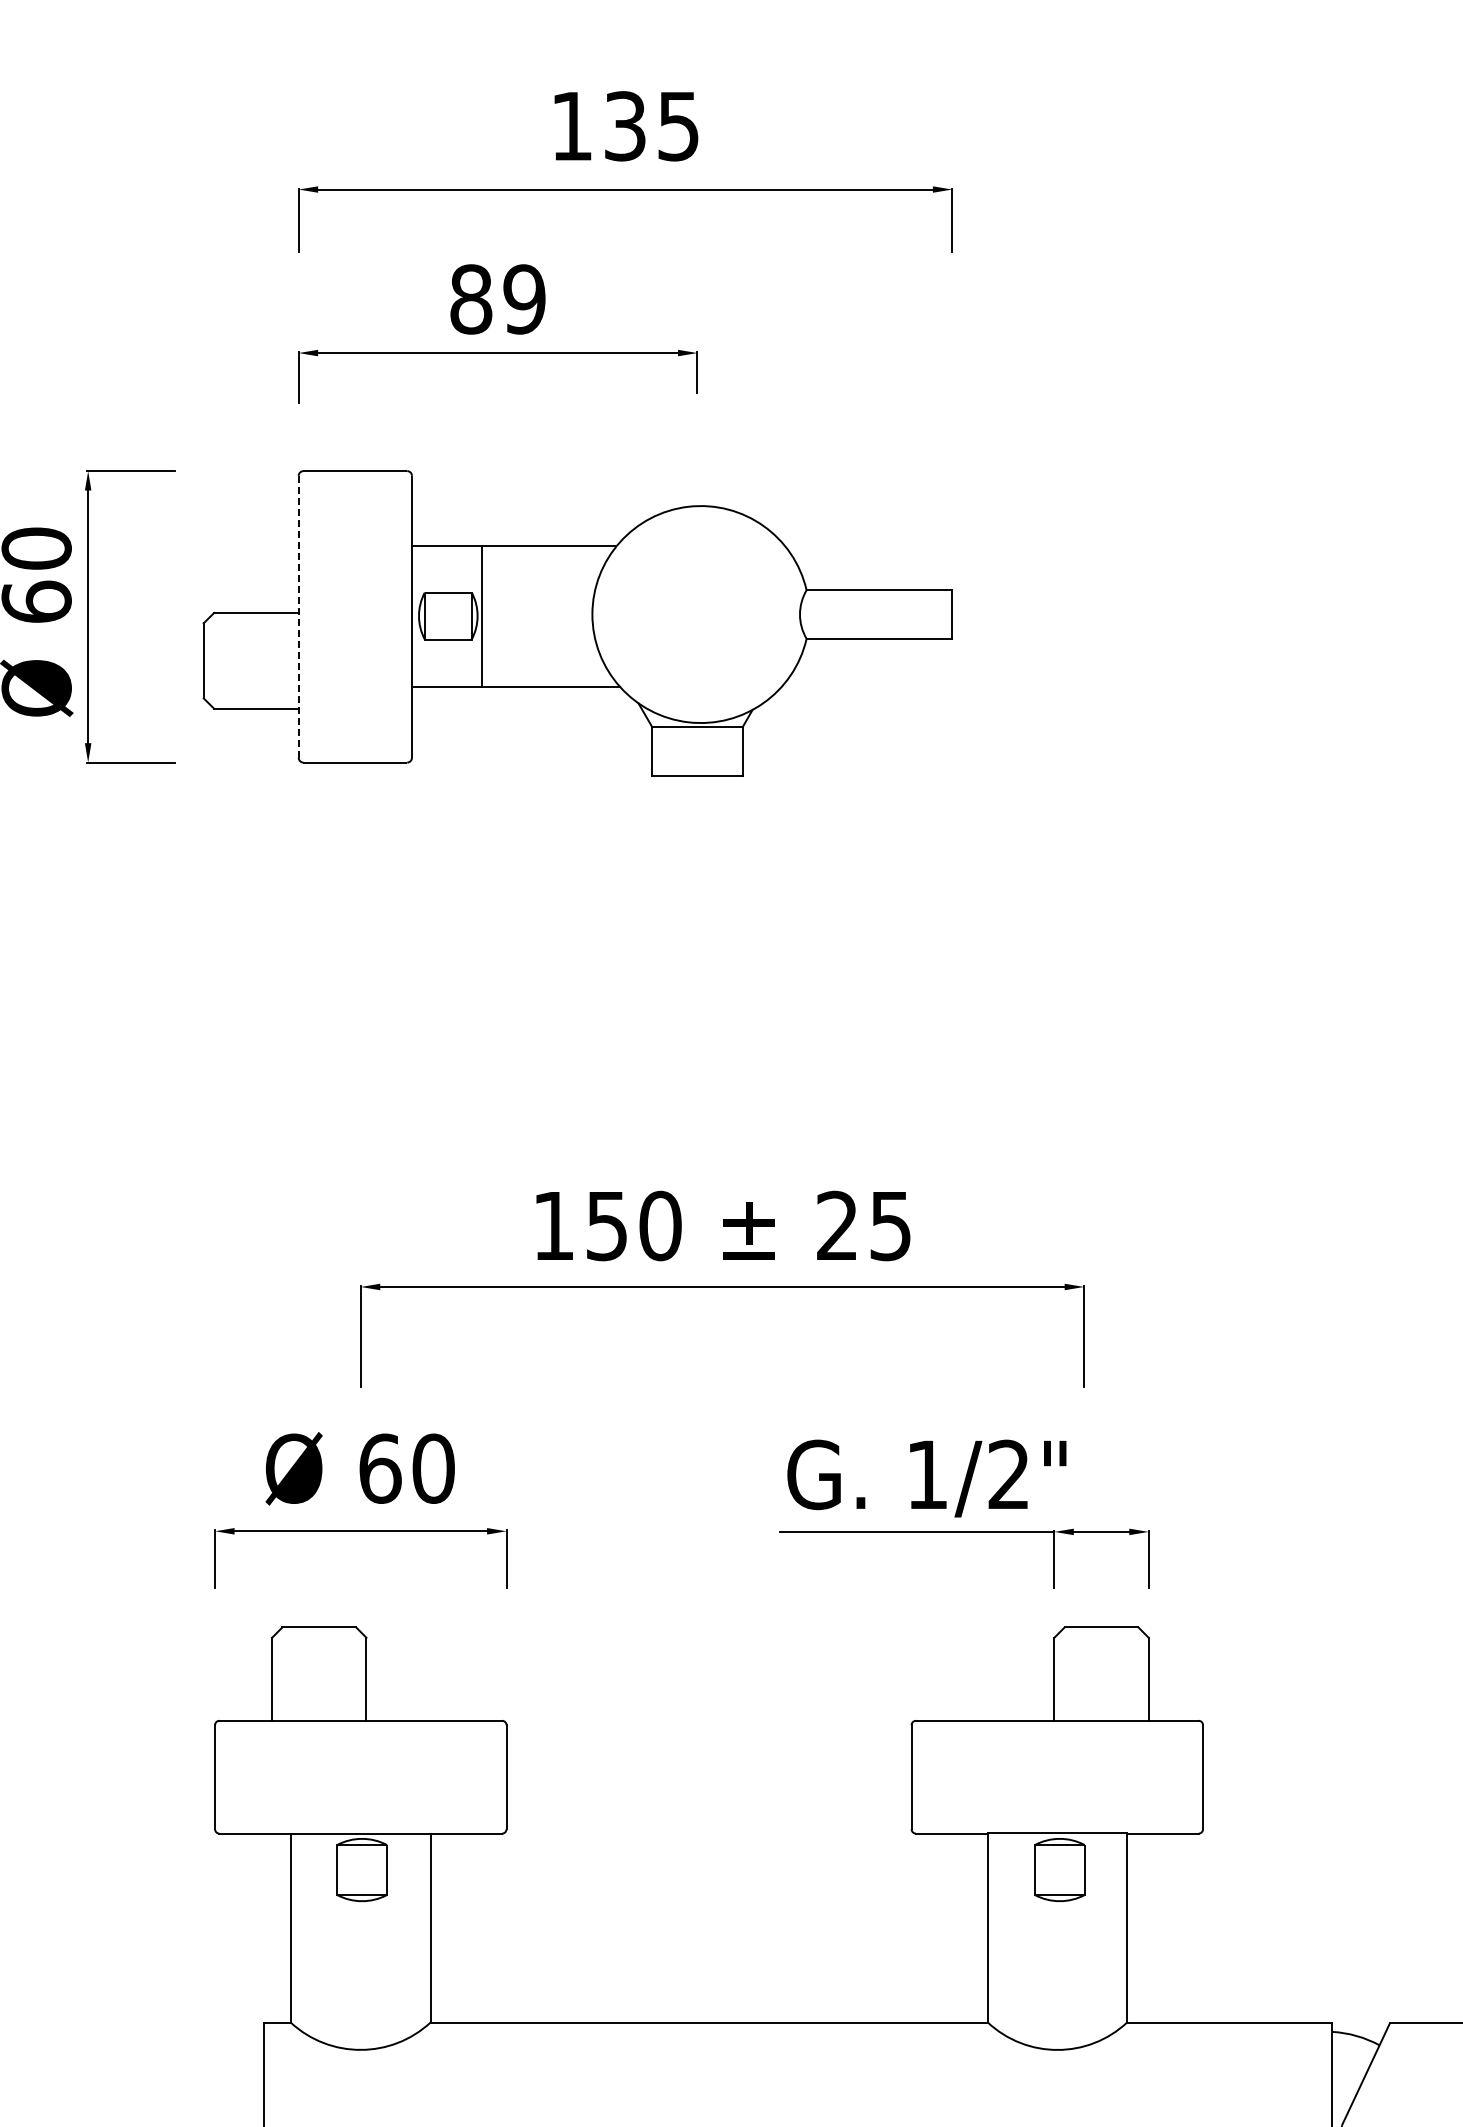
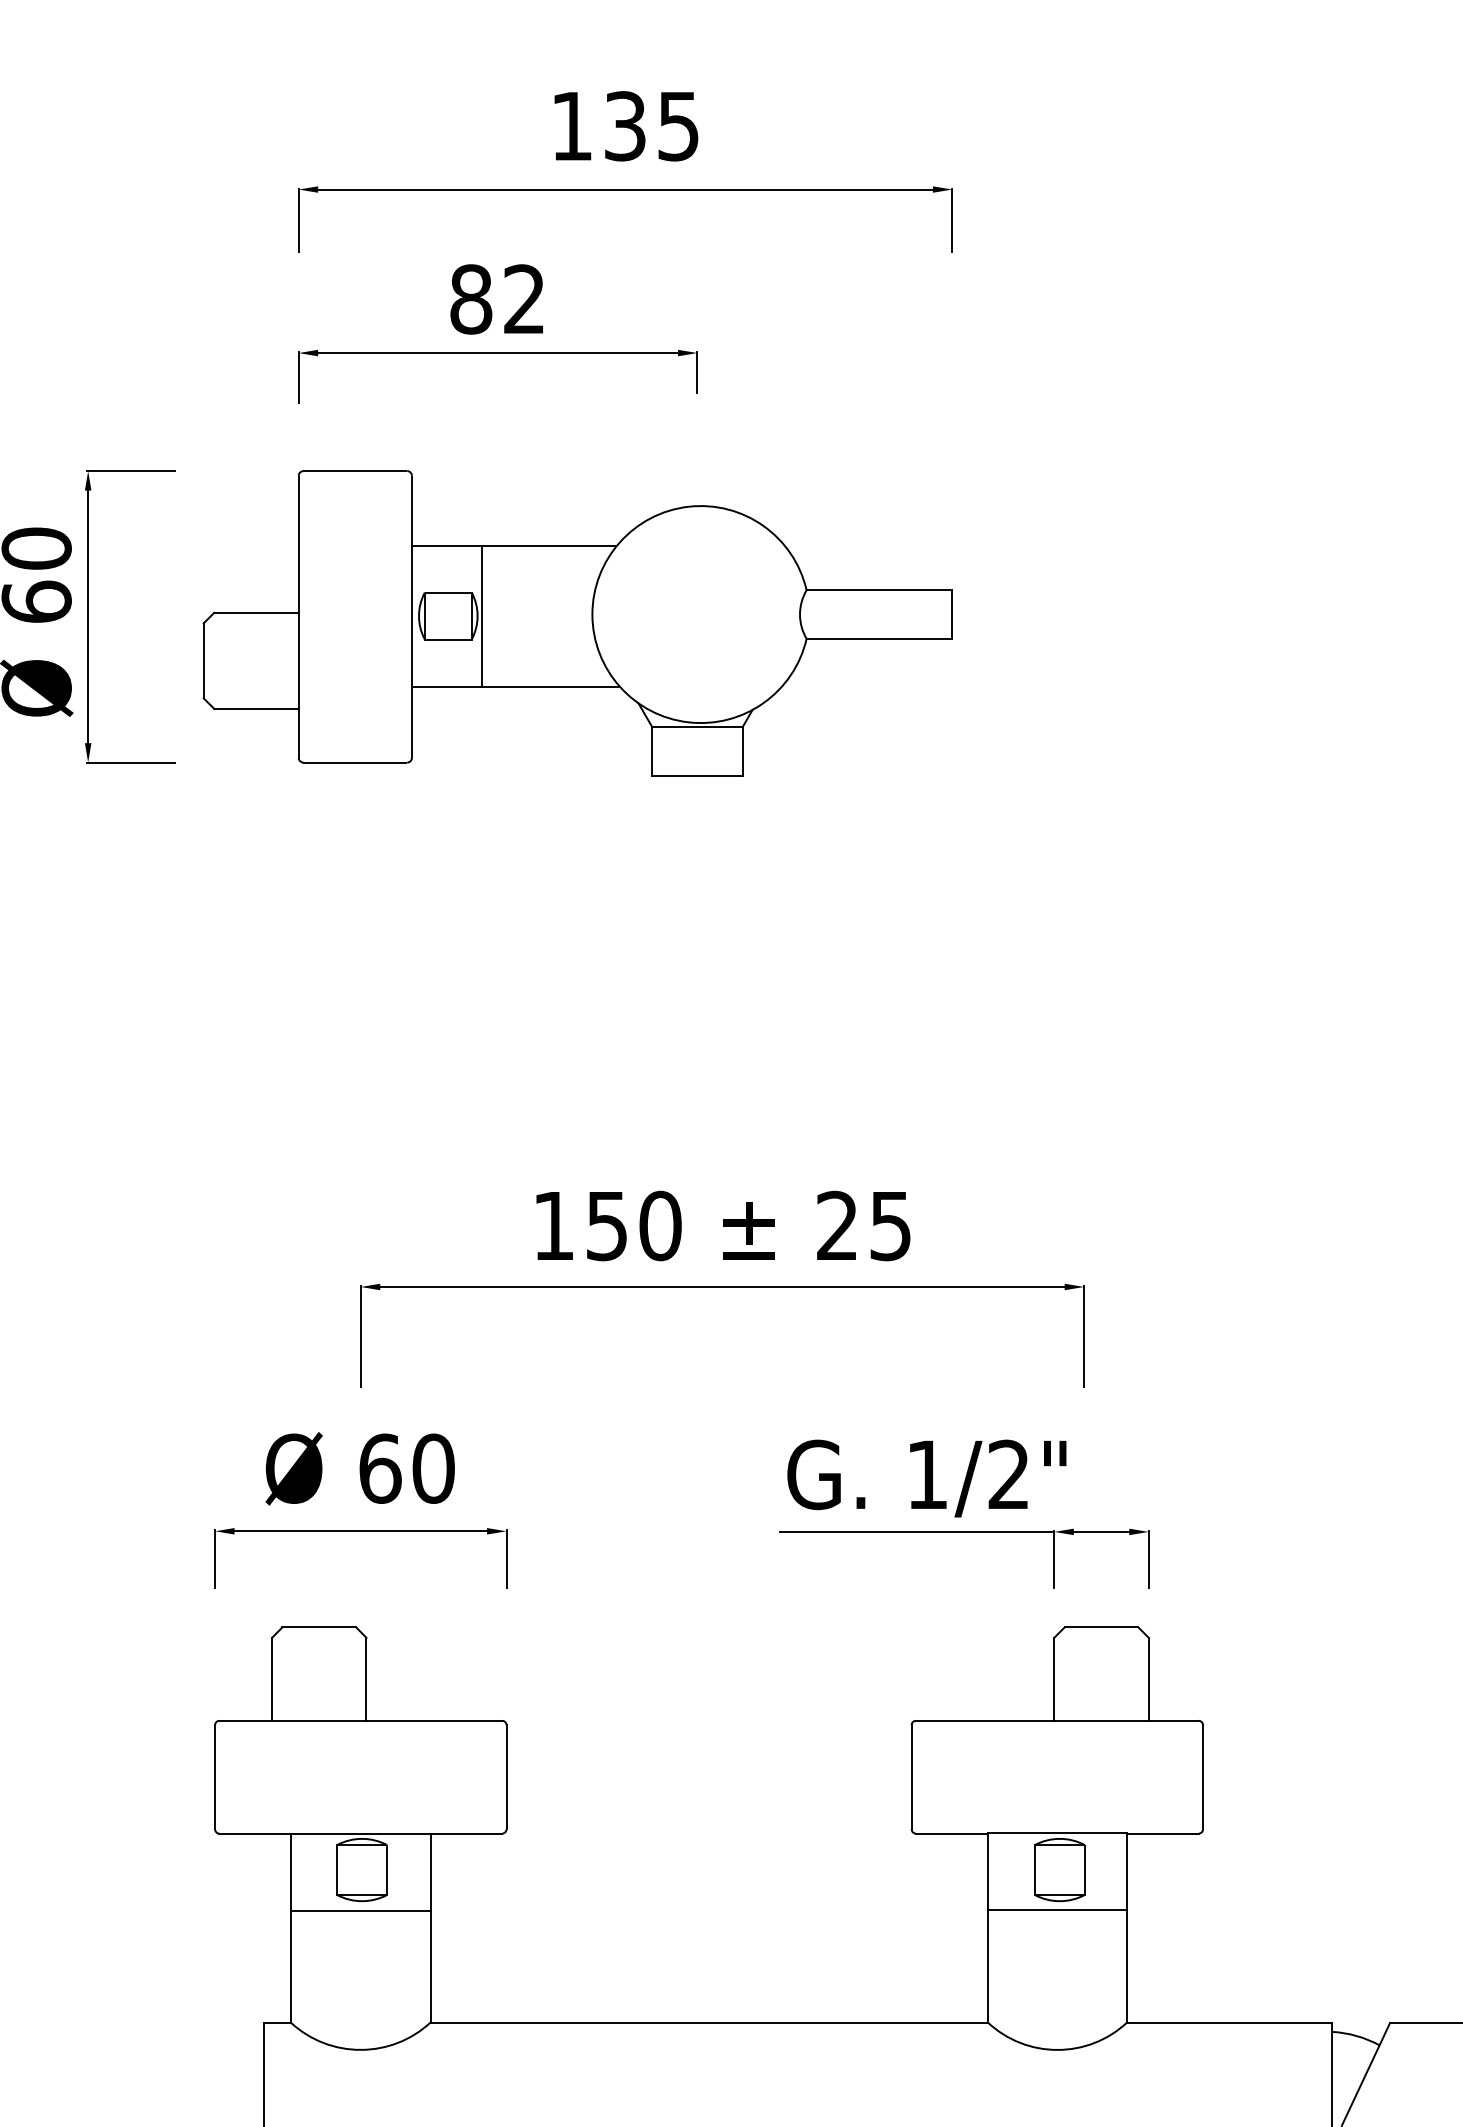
text at (524, 299): 89 -> 82
line at (298, 617): dashed -> solid
line at (360, 1910): none -> present
line at (1057, 1910): none -> present
